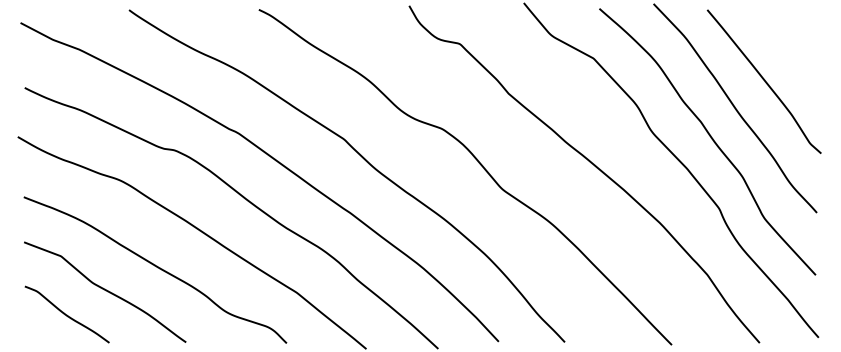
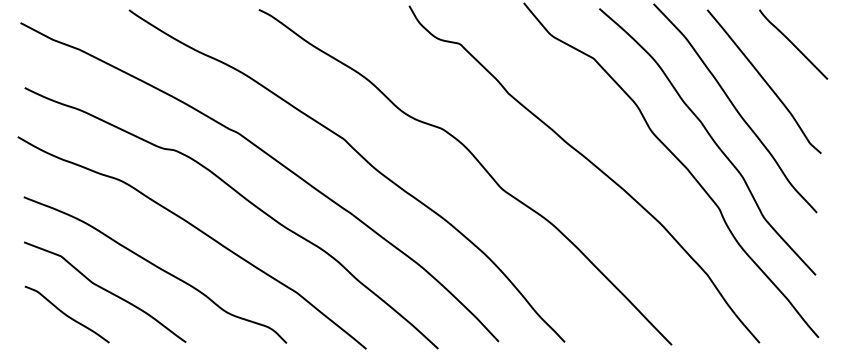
curve at (793, 44): none -> present
